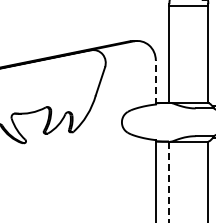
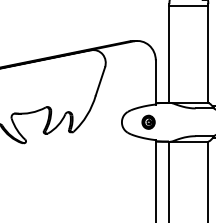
line at (155, 81): dashed -> solid
part at (148, 121): none -> present
line at (169, 182): dashed -> solid
